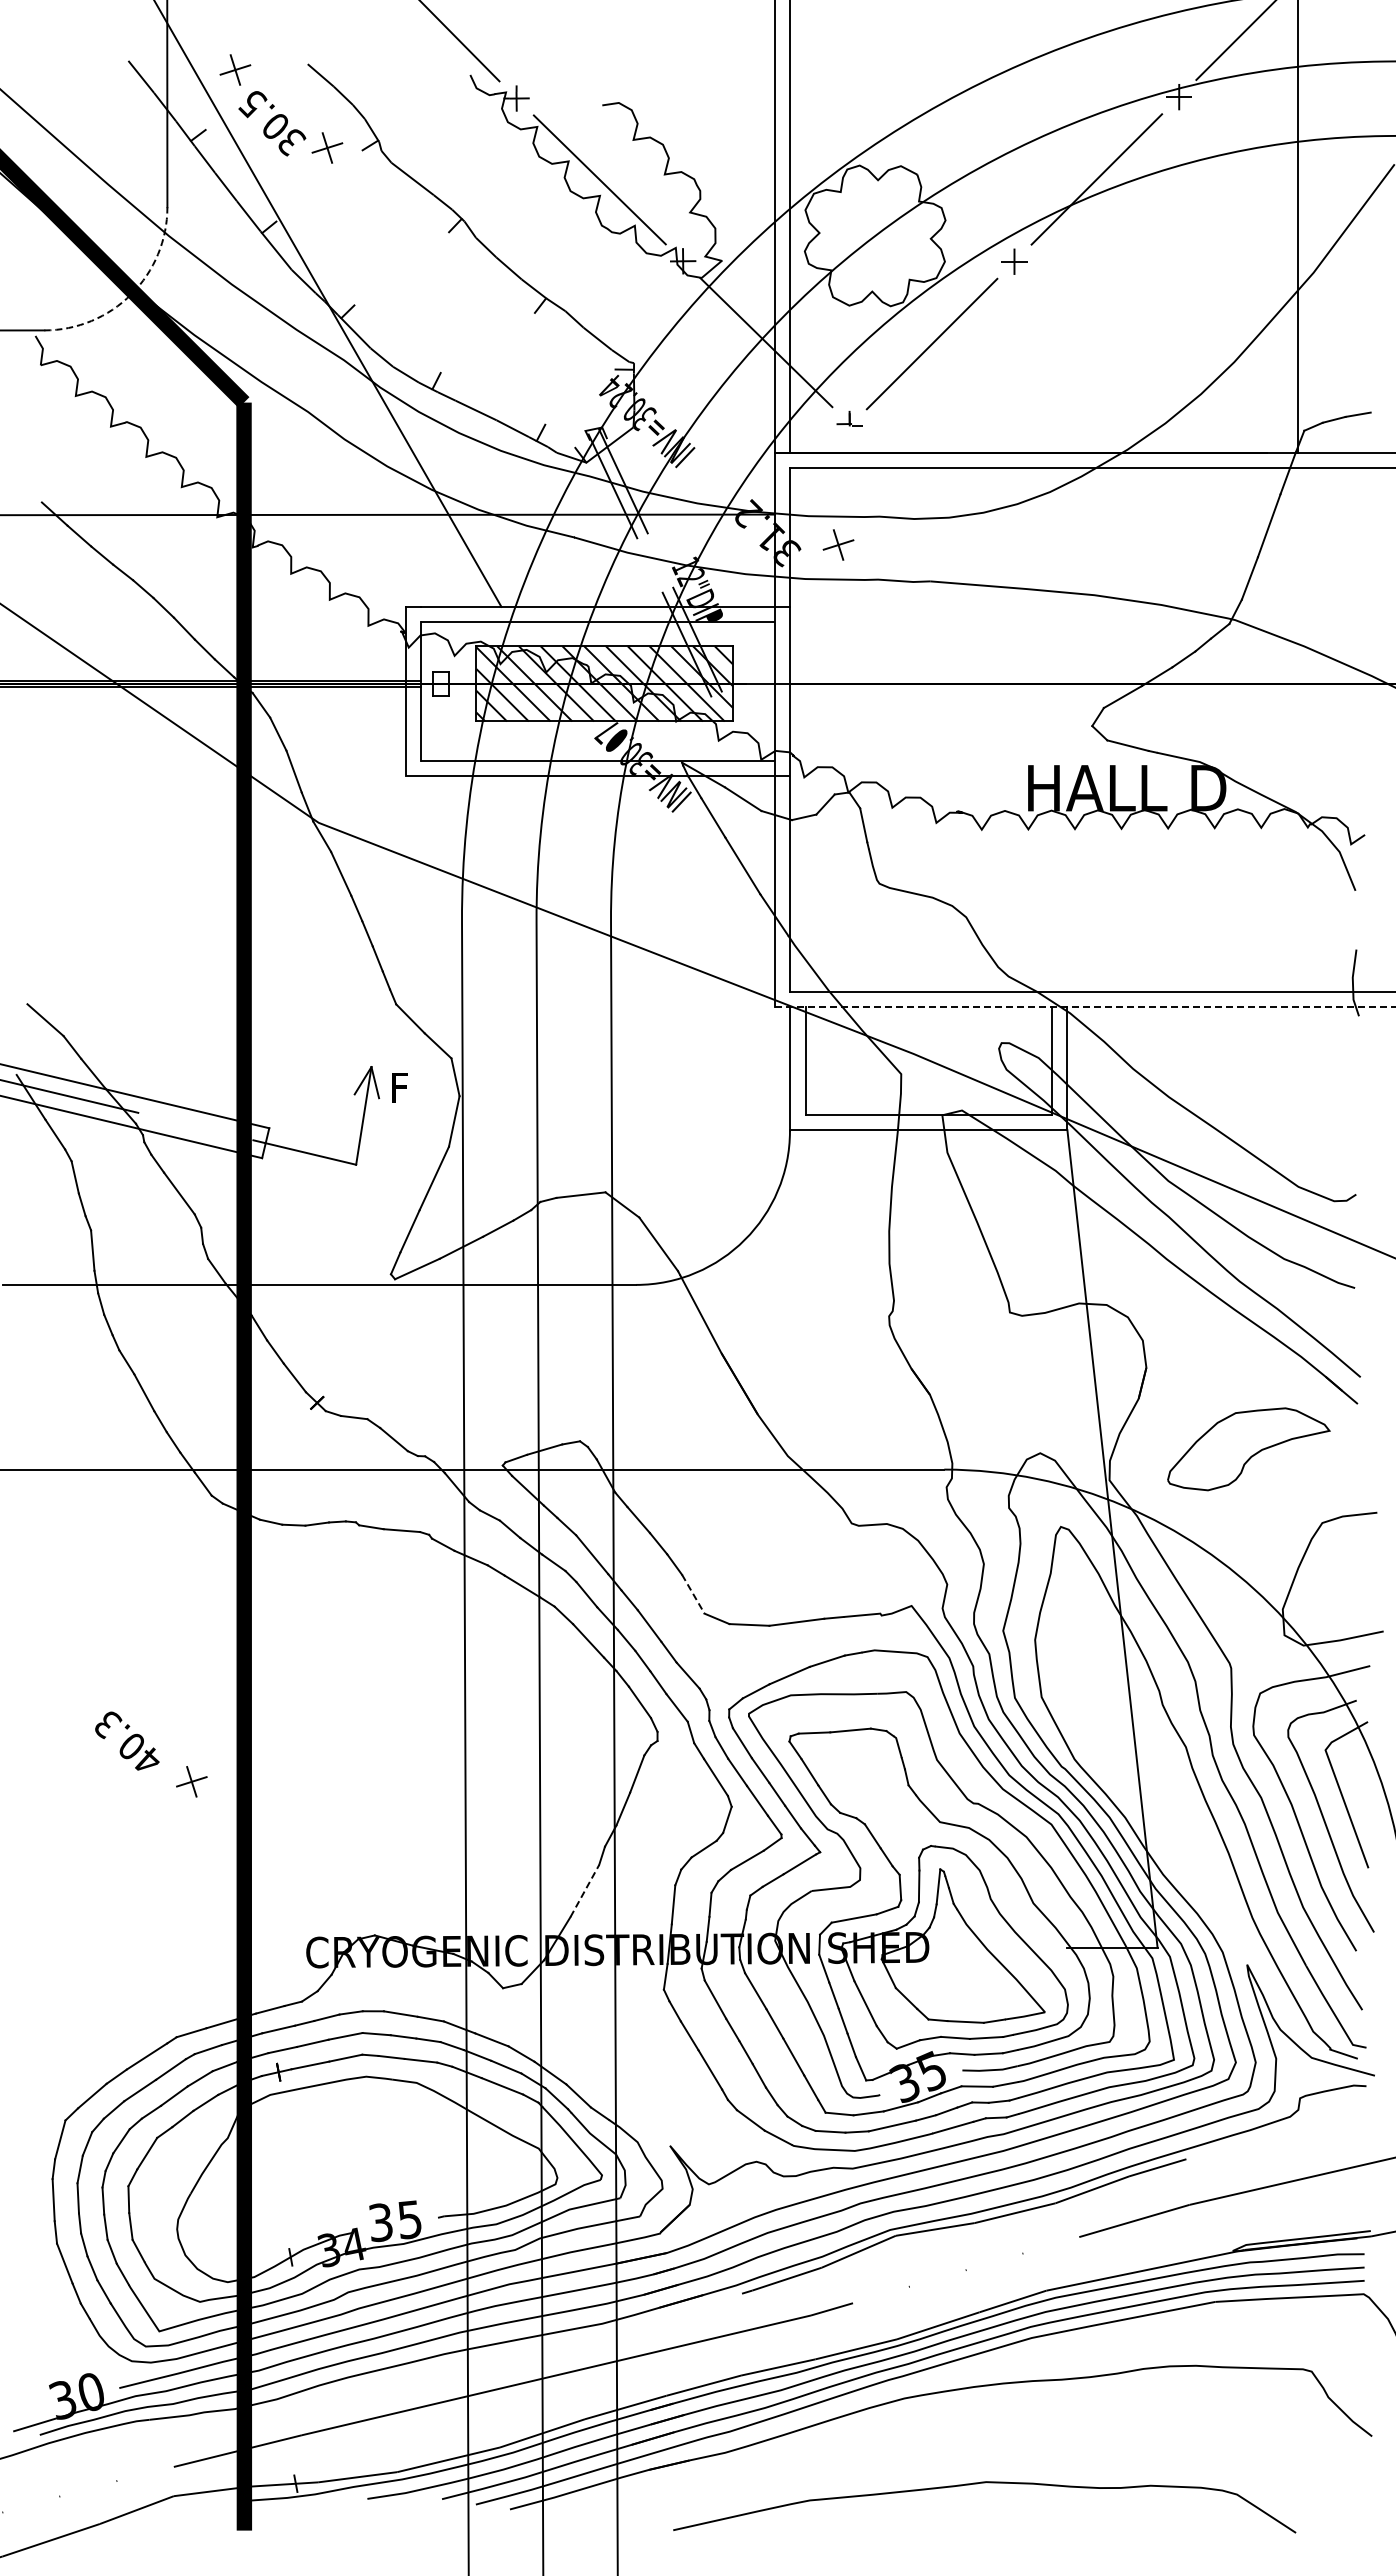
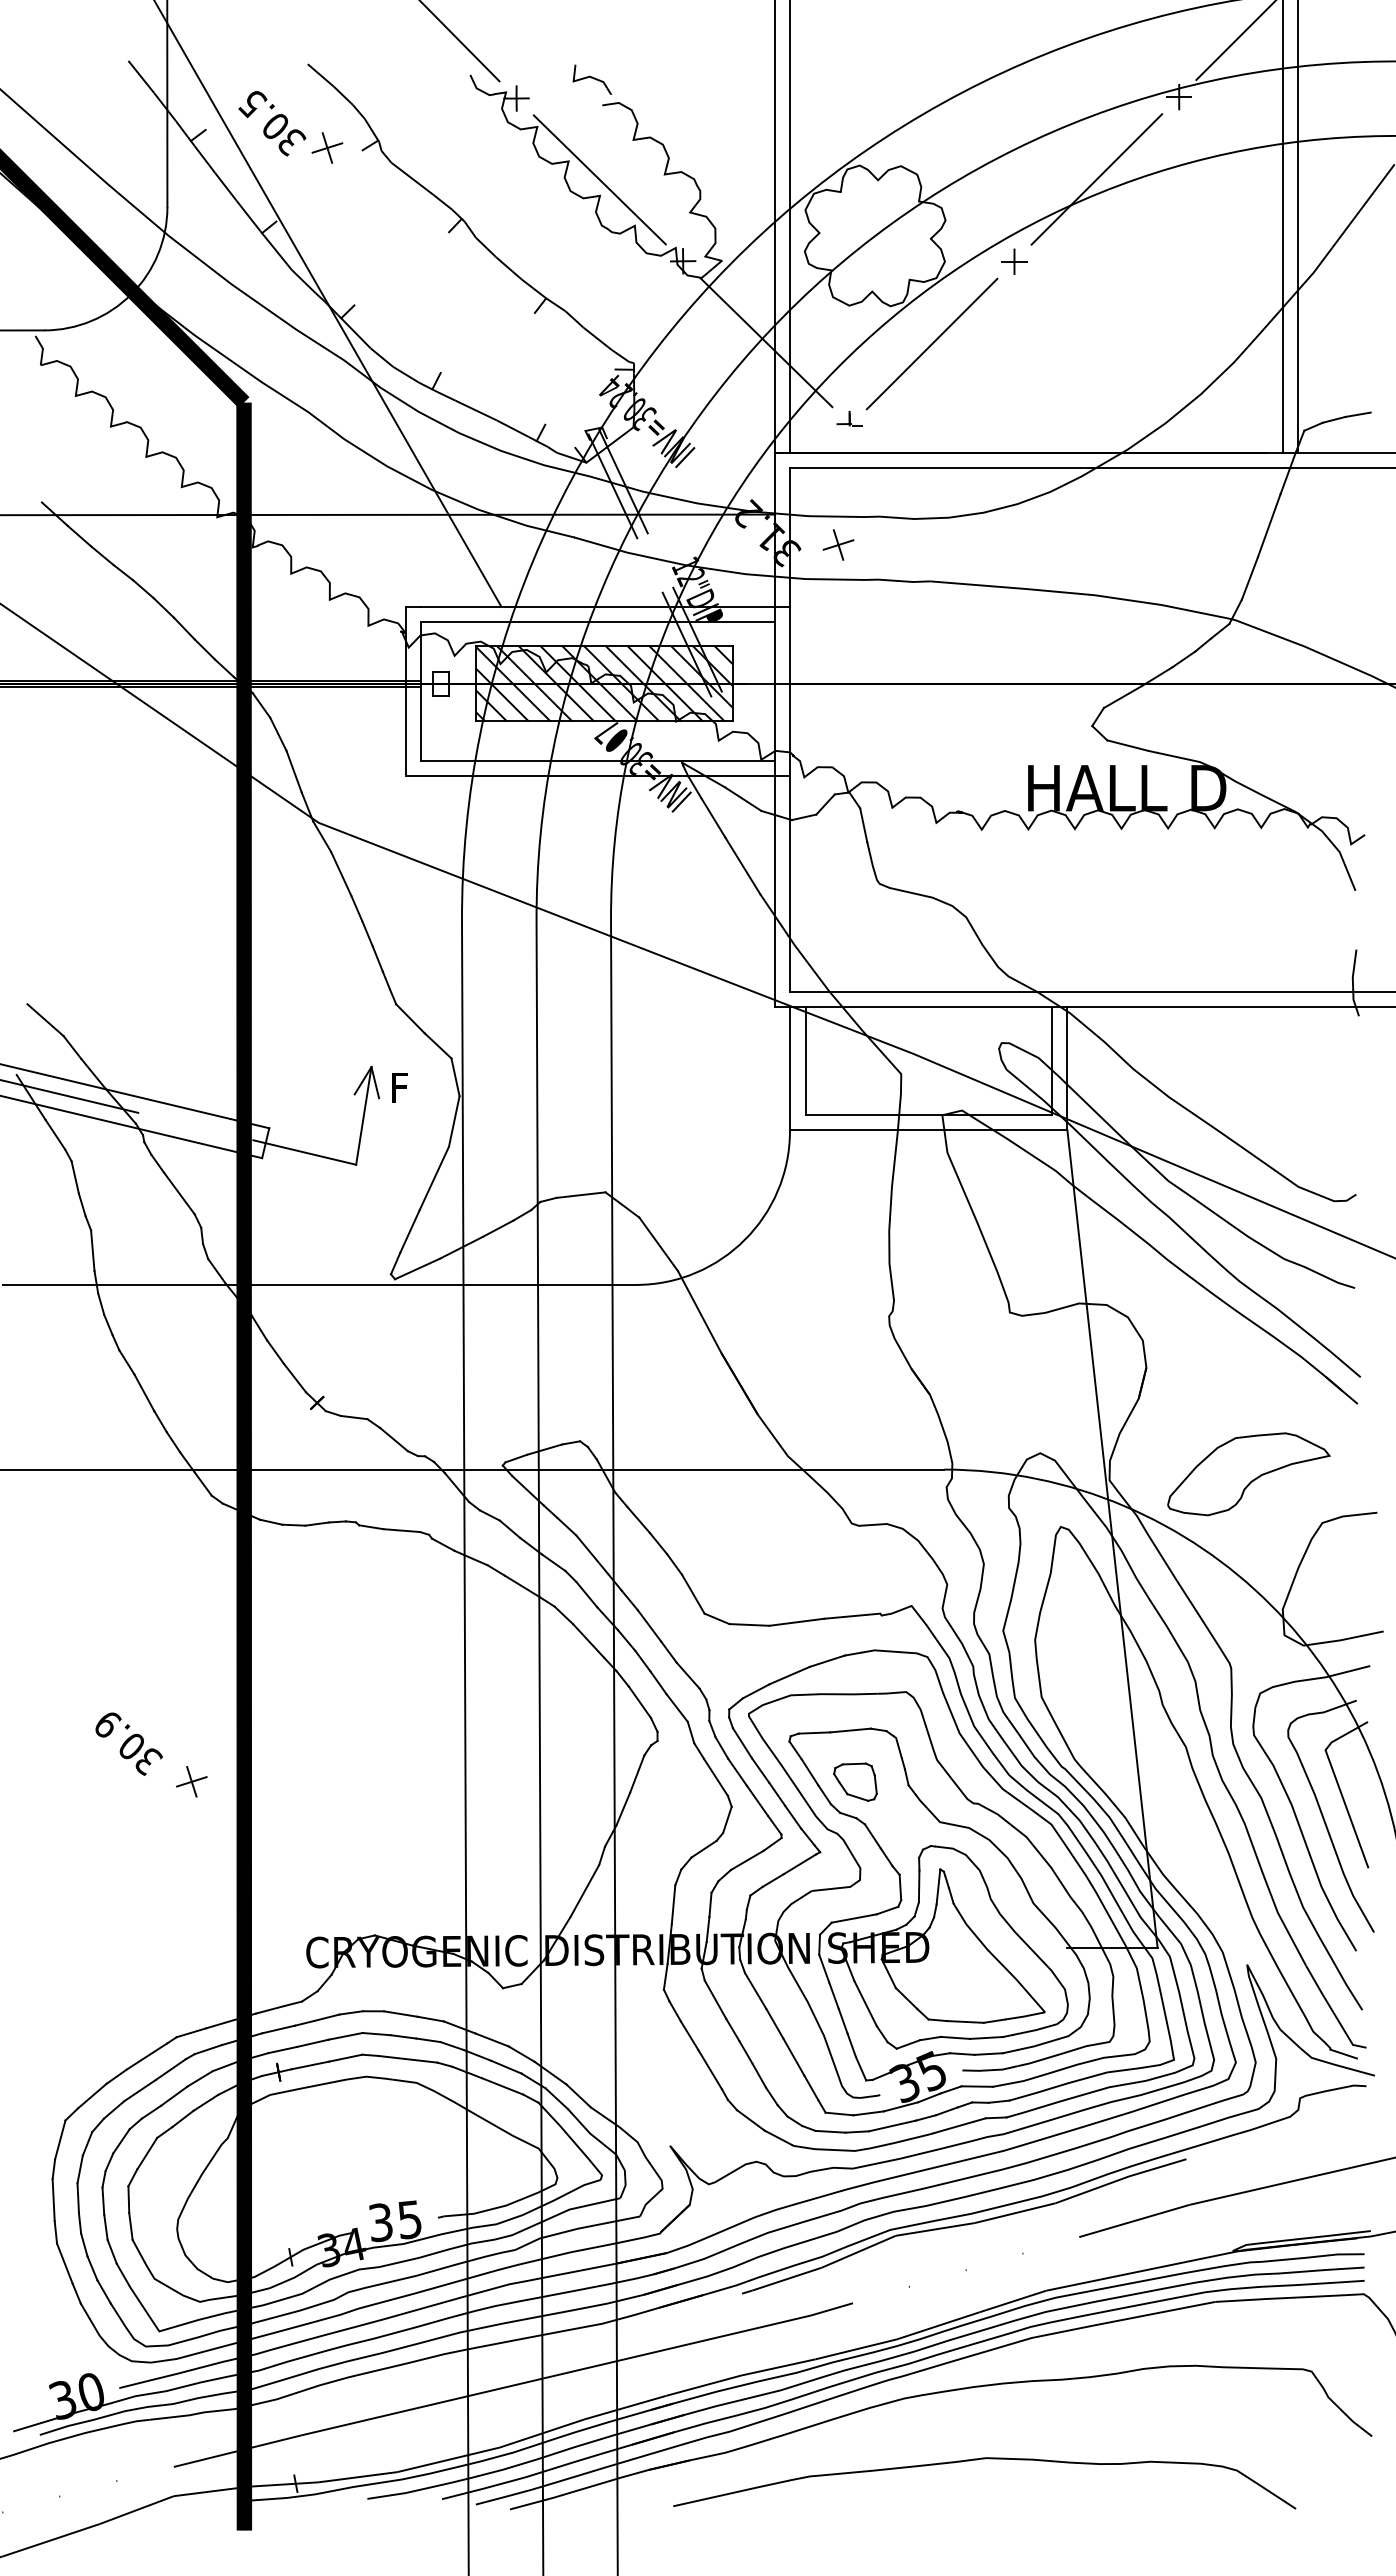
part at (235, 69): present -> none
curve at (591, 78): none -> present
line at (1282, 227): none -> present
arc at (131, 294): dashed -> solid
line at (1085, 1007): dashed -> solid
part at (1248, 1449) position: (1248, 1449) -> (1248, 1474)
line at (693, 1594): dashed -> solid
text at (128, 1743): 40.3 -> 30.9
part at (855, 1781): none -> present
line at (584, 1891): dashed -> solid
curve at (984, 2483) position: (984, 2483) -> (984, 2459)
